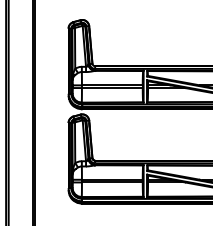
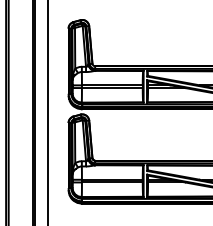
line at (47, 112): none -> present
